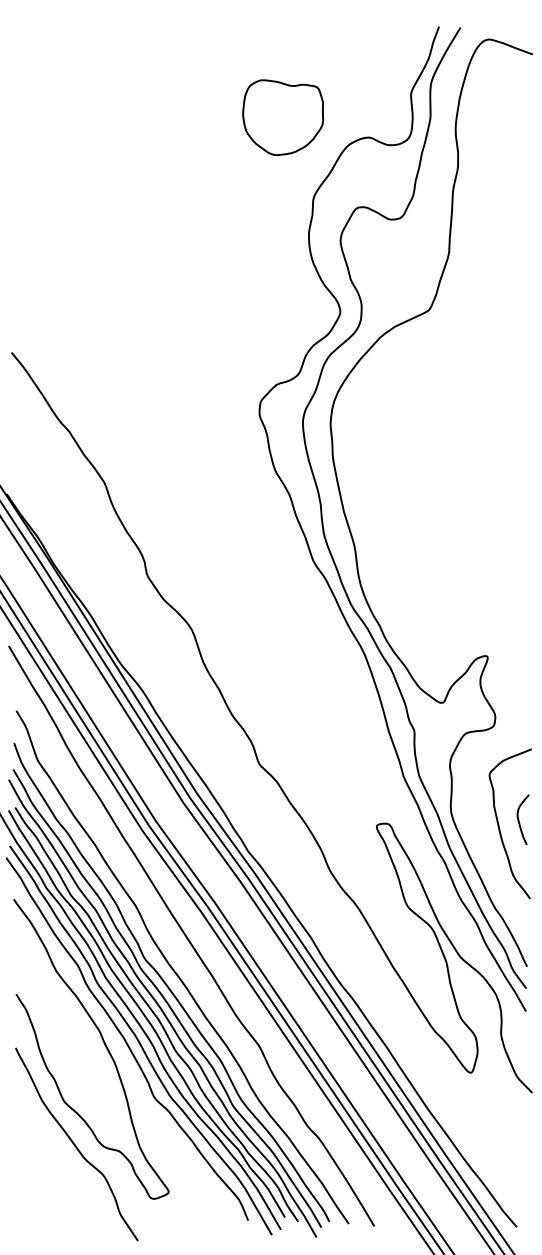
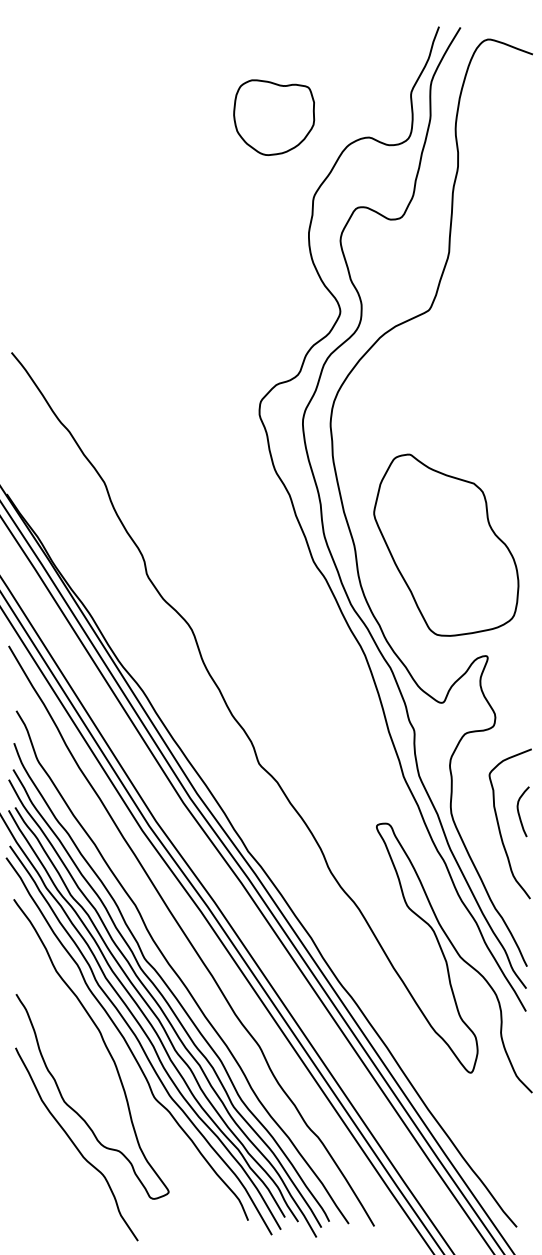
part at (283, 117) position: (283, 117) -> (274, 117)
part at (446, 544): none -> present
curve at (519, 819) position: (519, 819) -> (519, 811)
